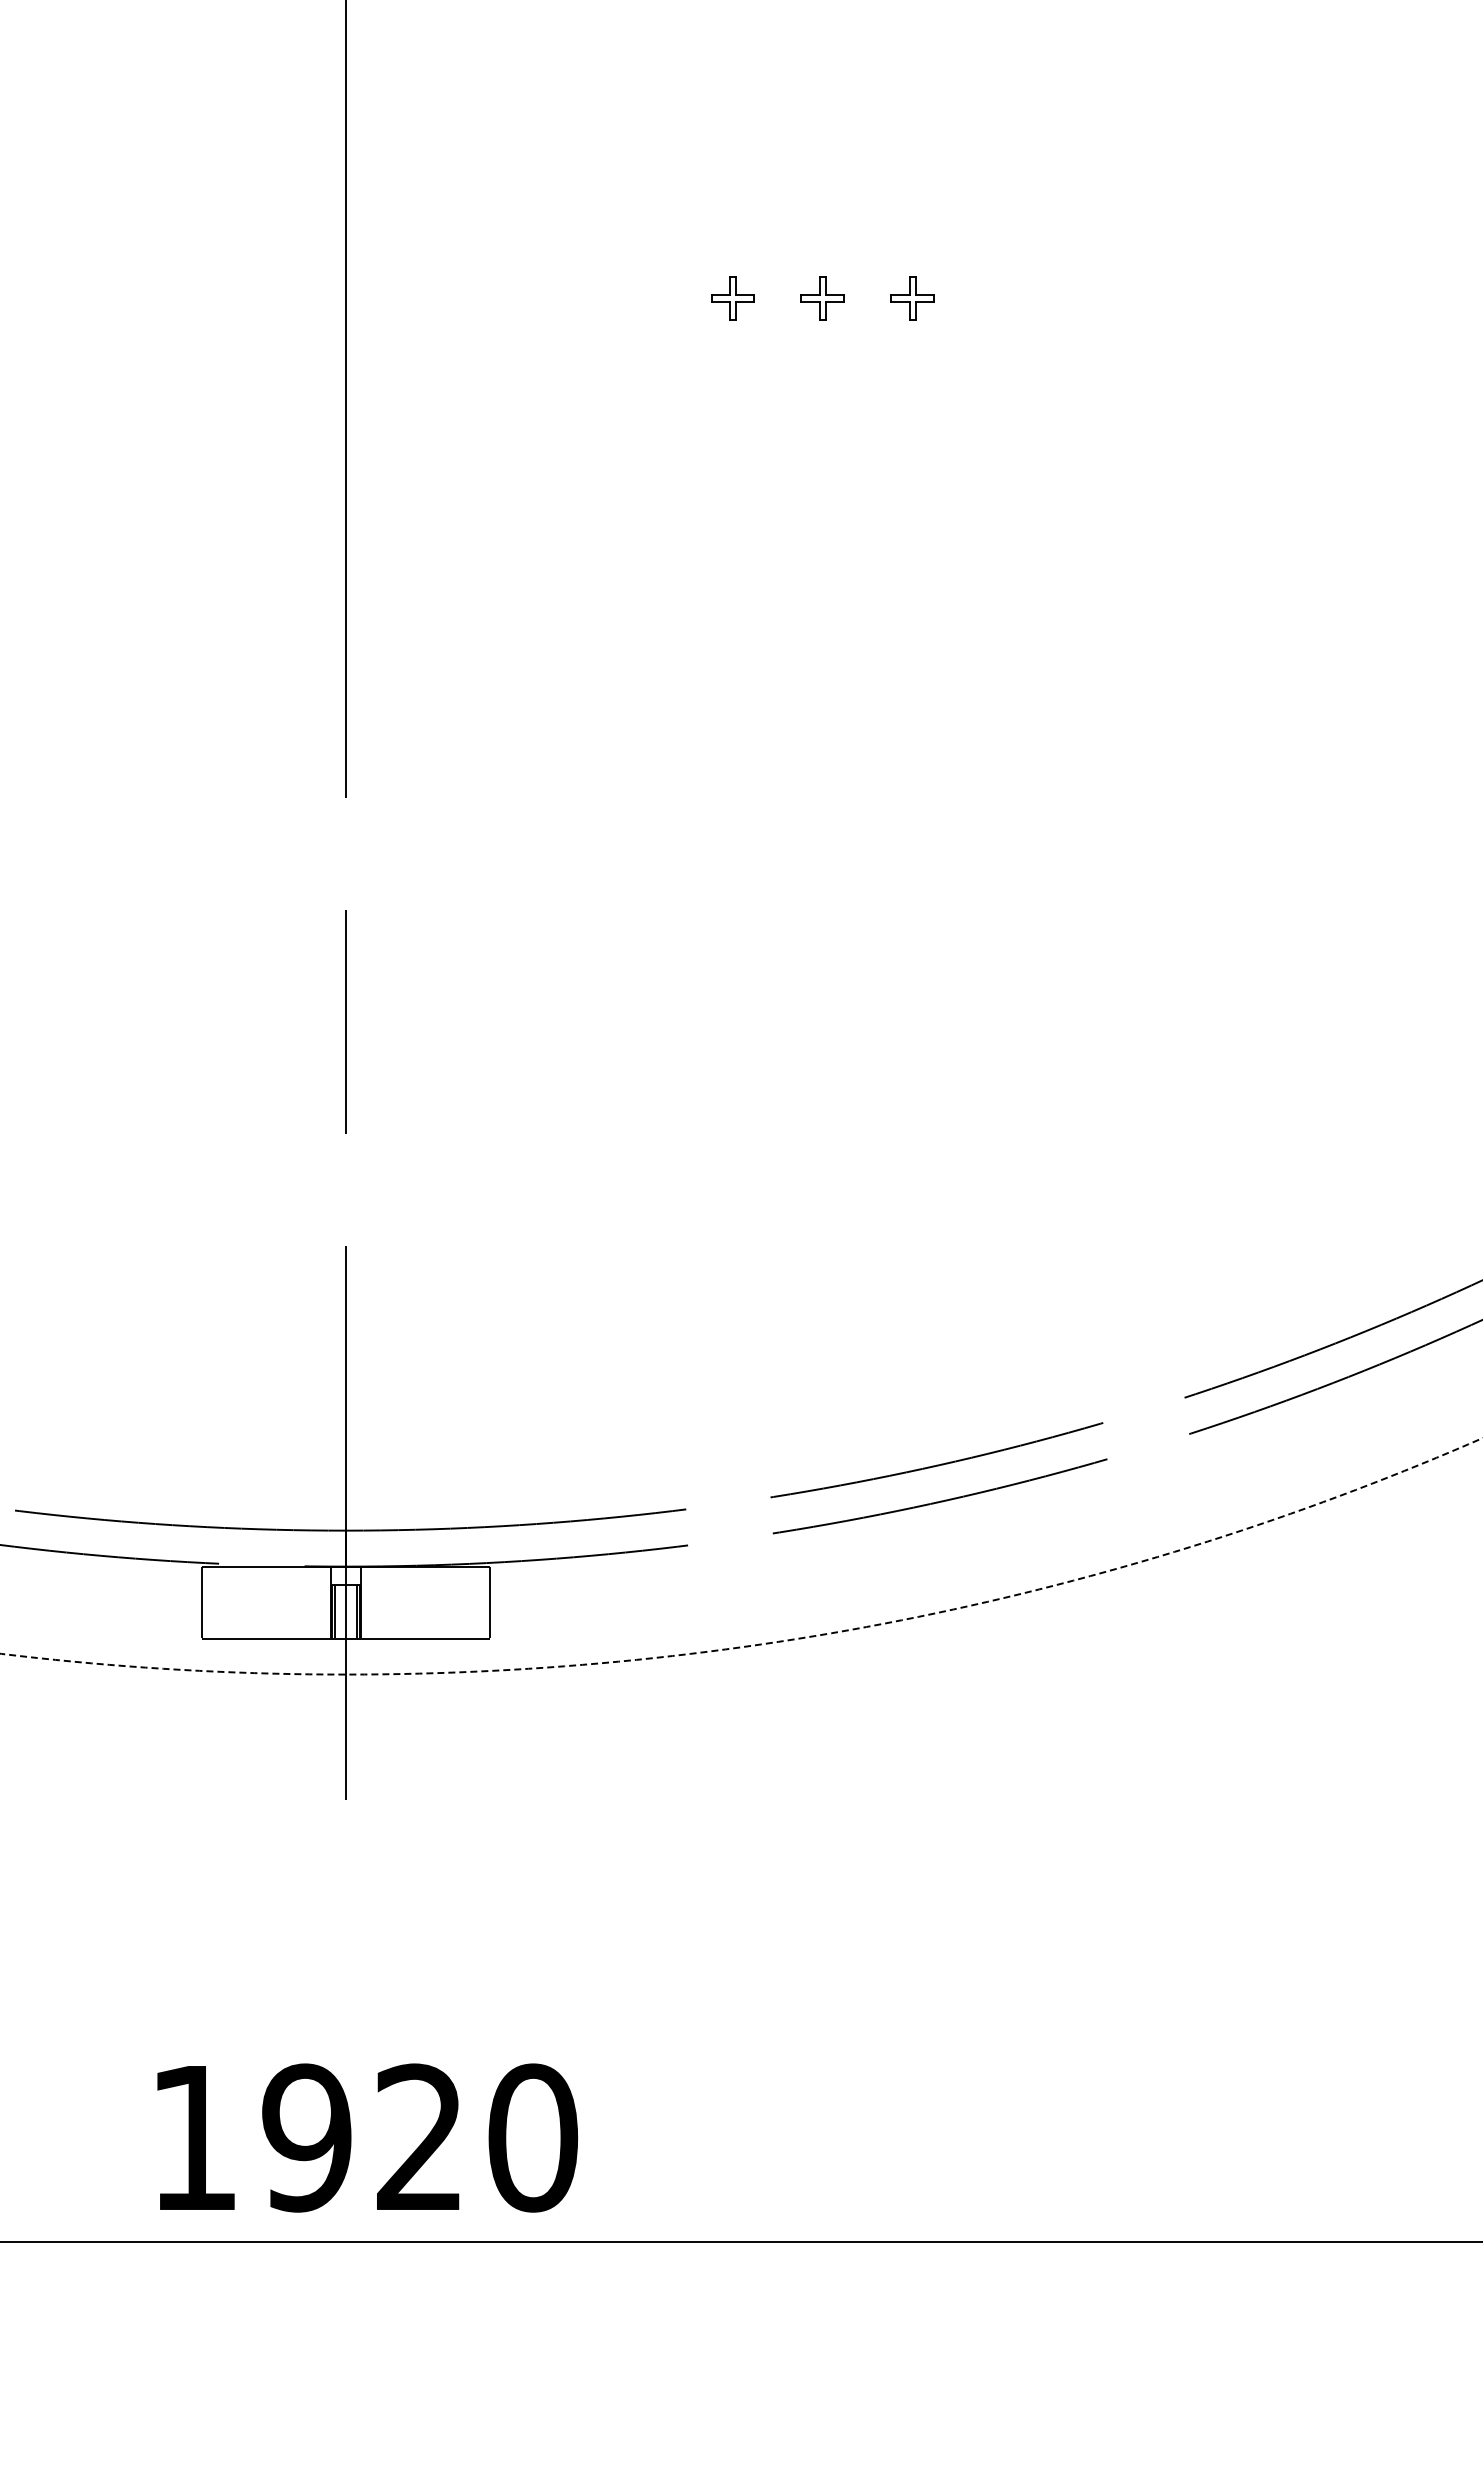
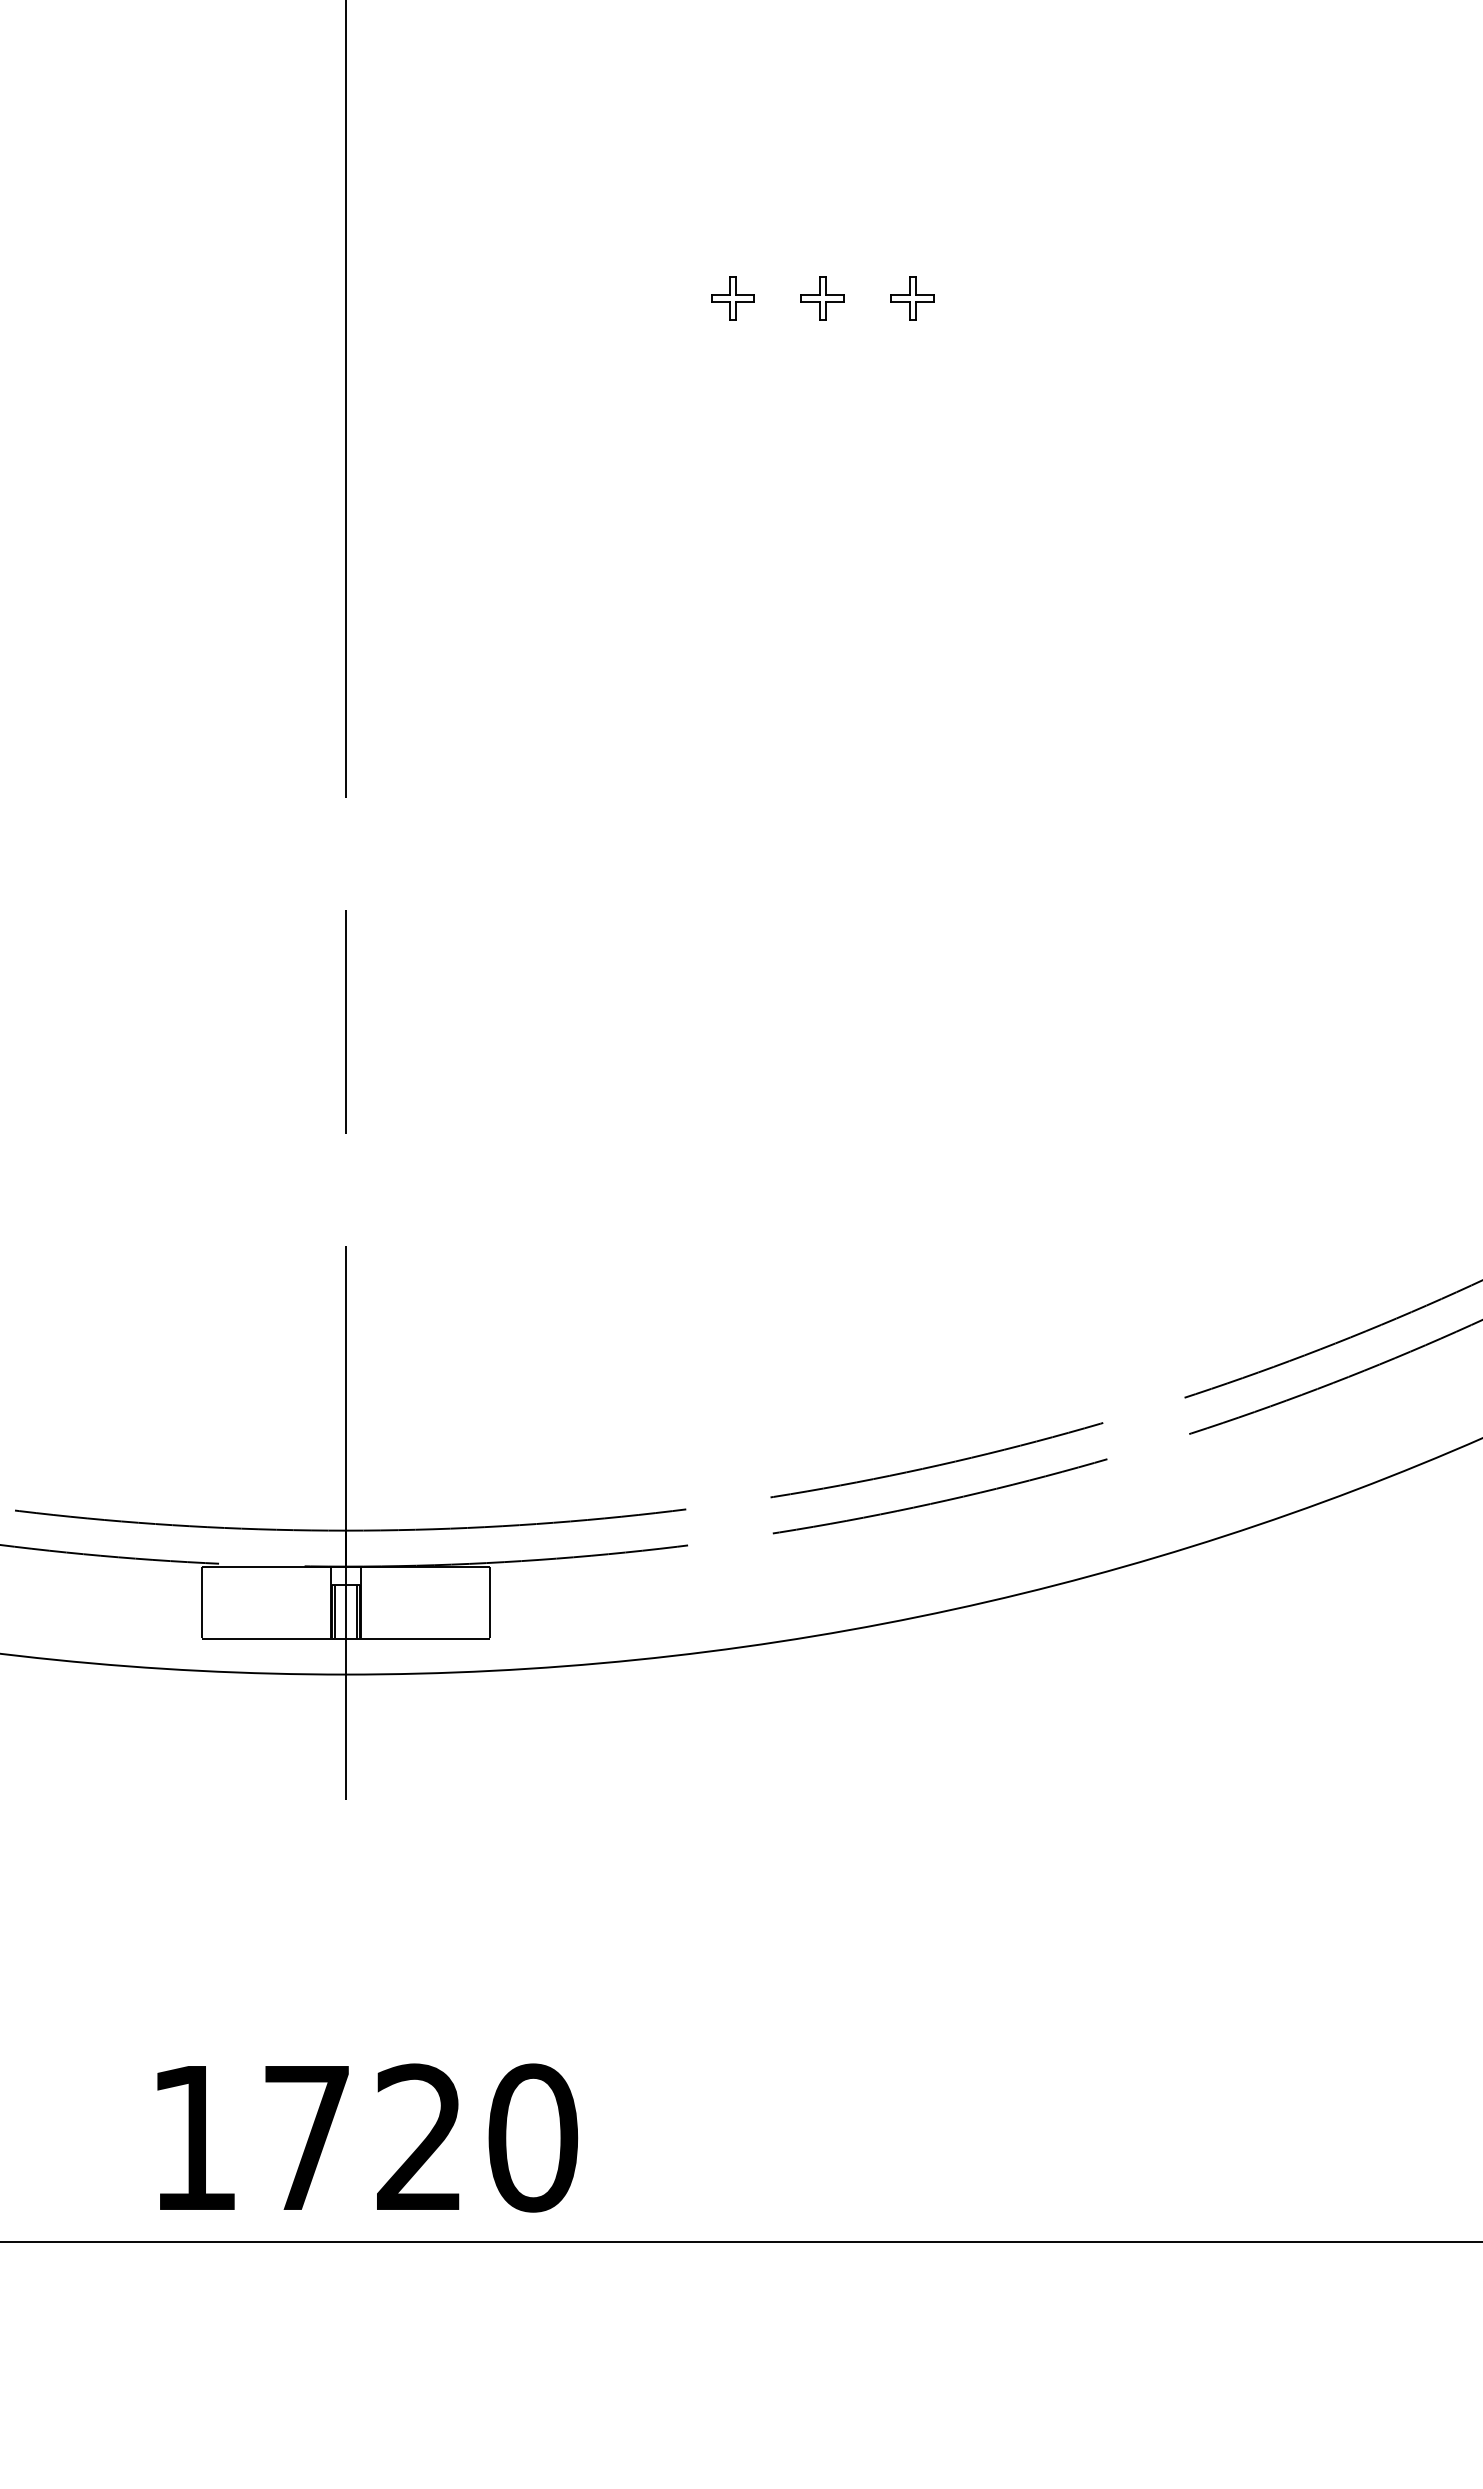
circle at (741, 1556): dashed -> solid
text at (306, 2137): 1920 -> 1720
